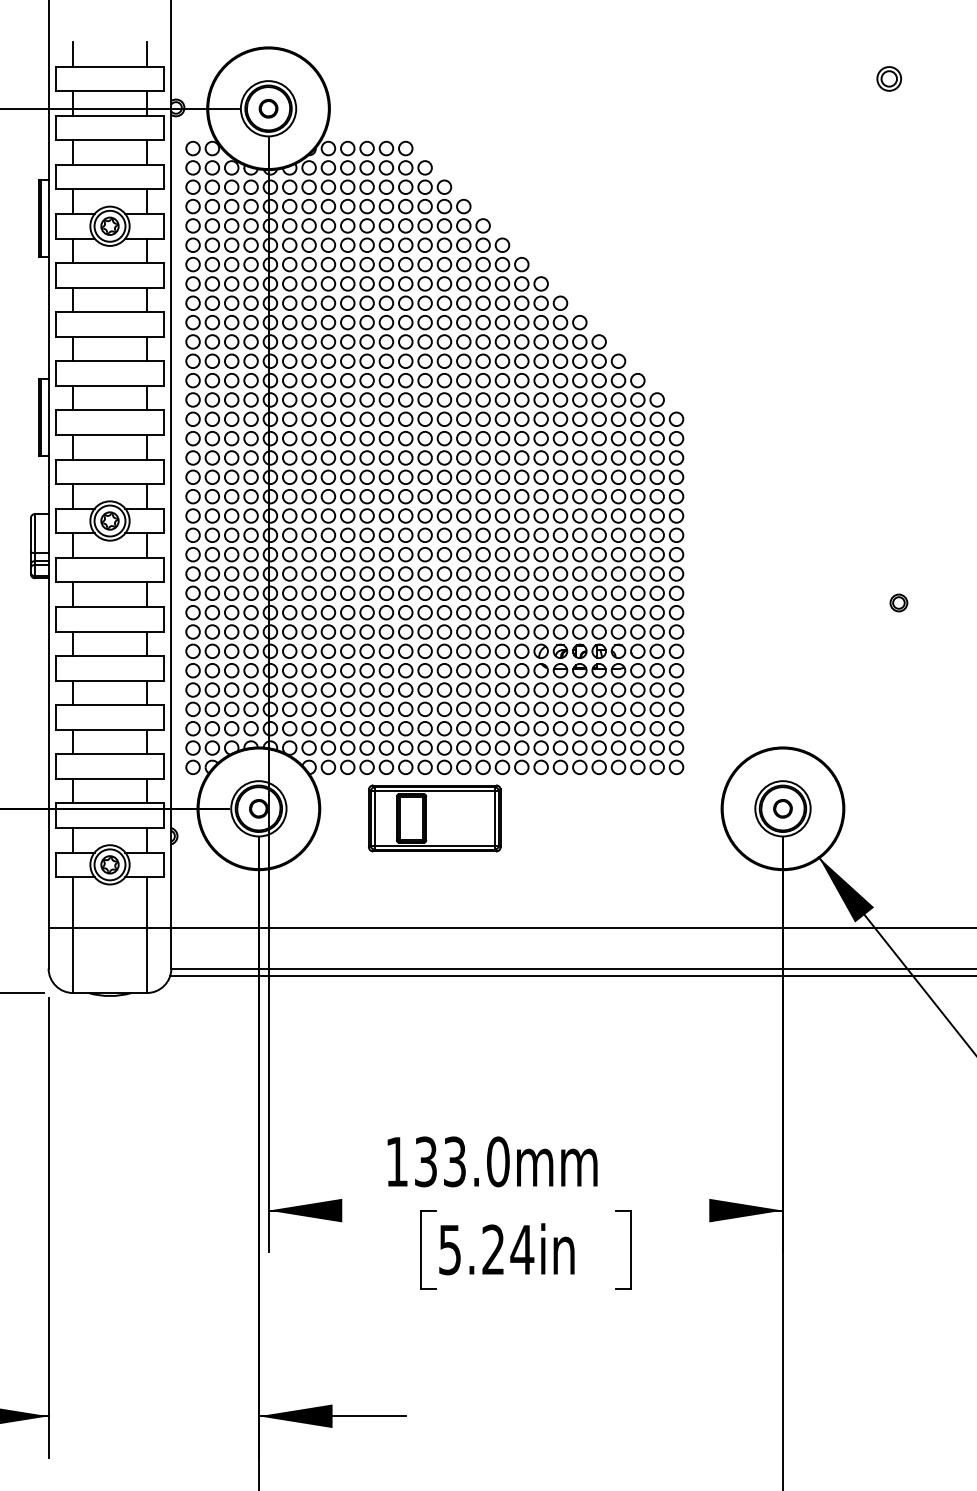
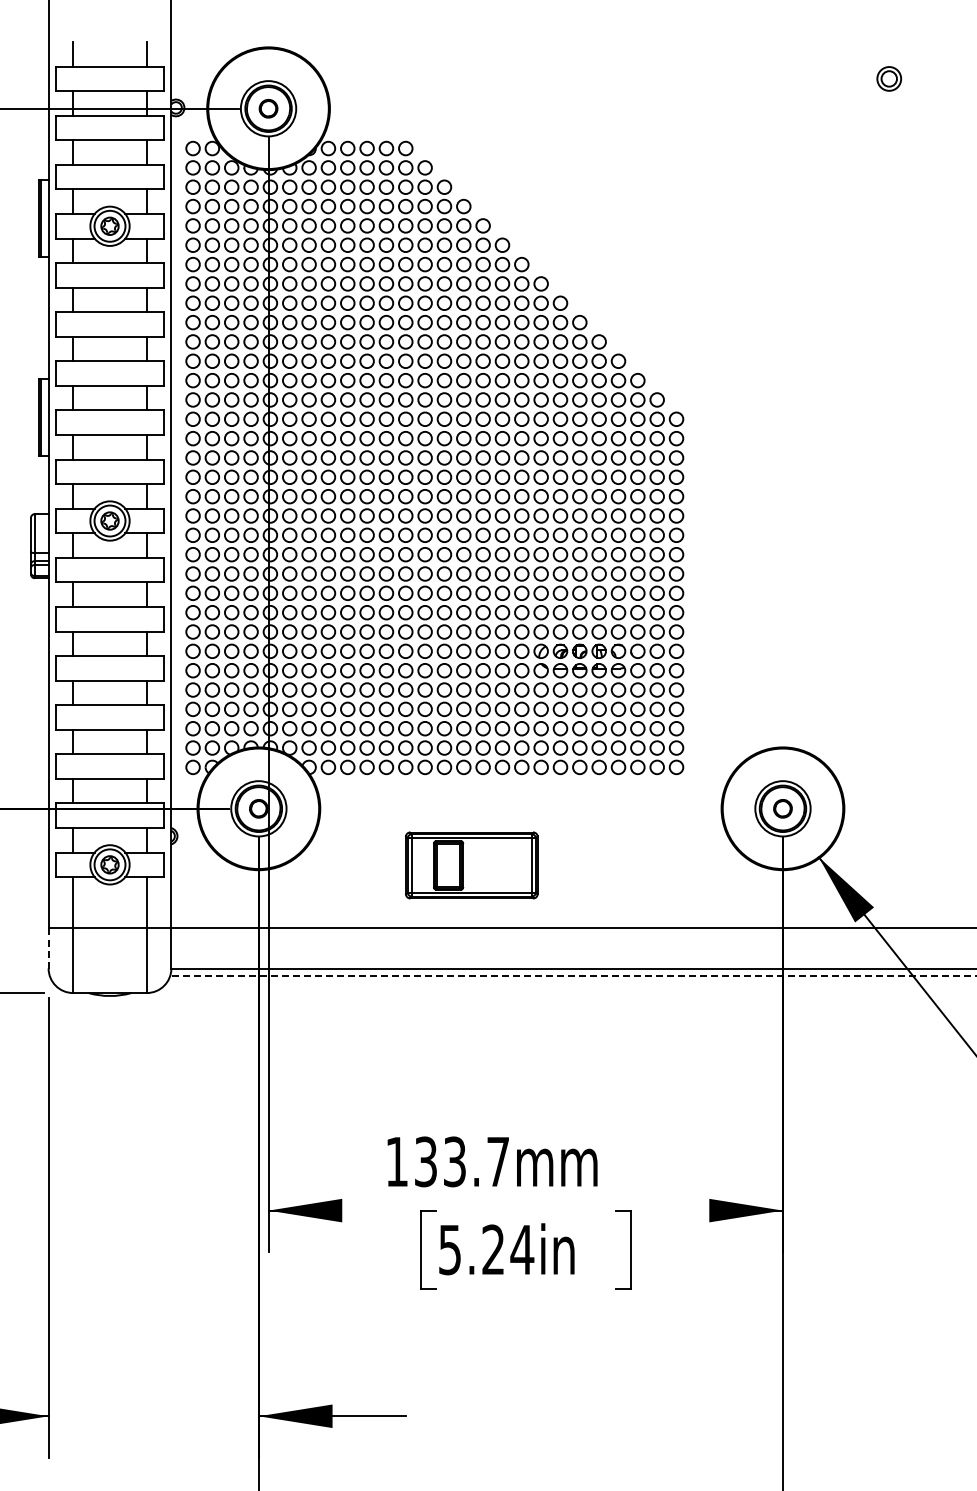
part at (898, 602): present -> none
part at (434, 818) position: (434, 818) -> (471, 865)
line at (48, 947): solid -> dashed
line at (573, 975): solid -> dashed
text at (498, 1161): 133.0mm -> 133.7mm
